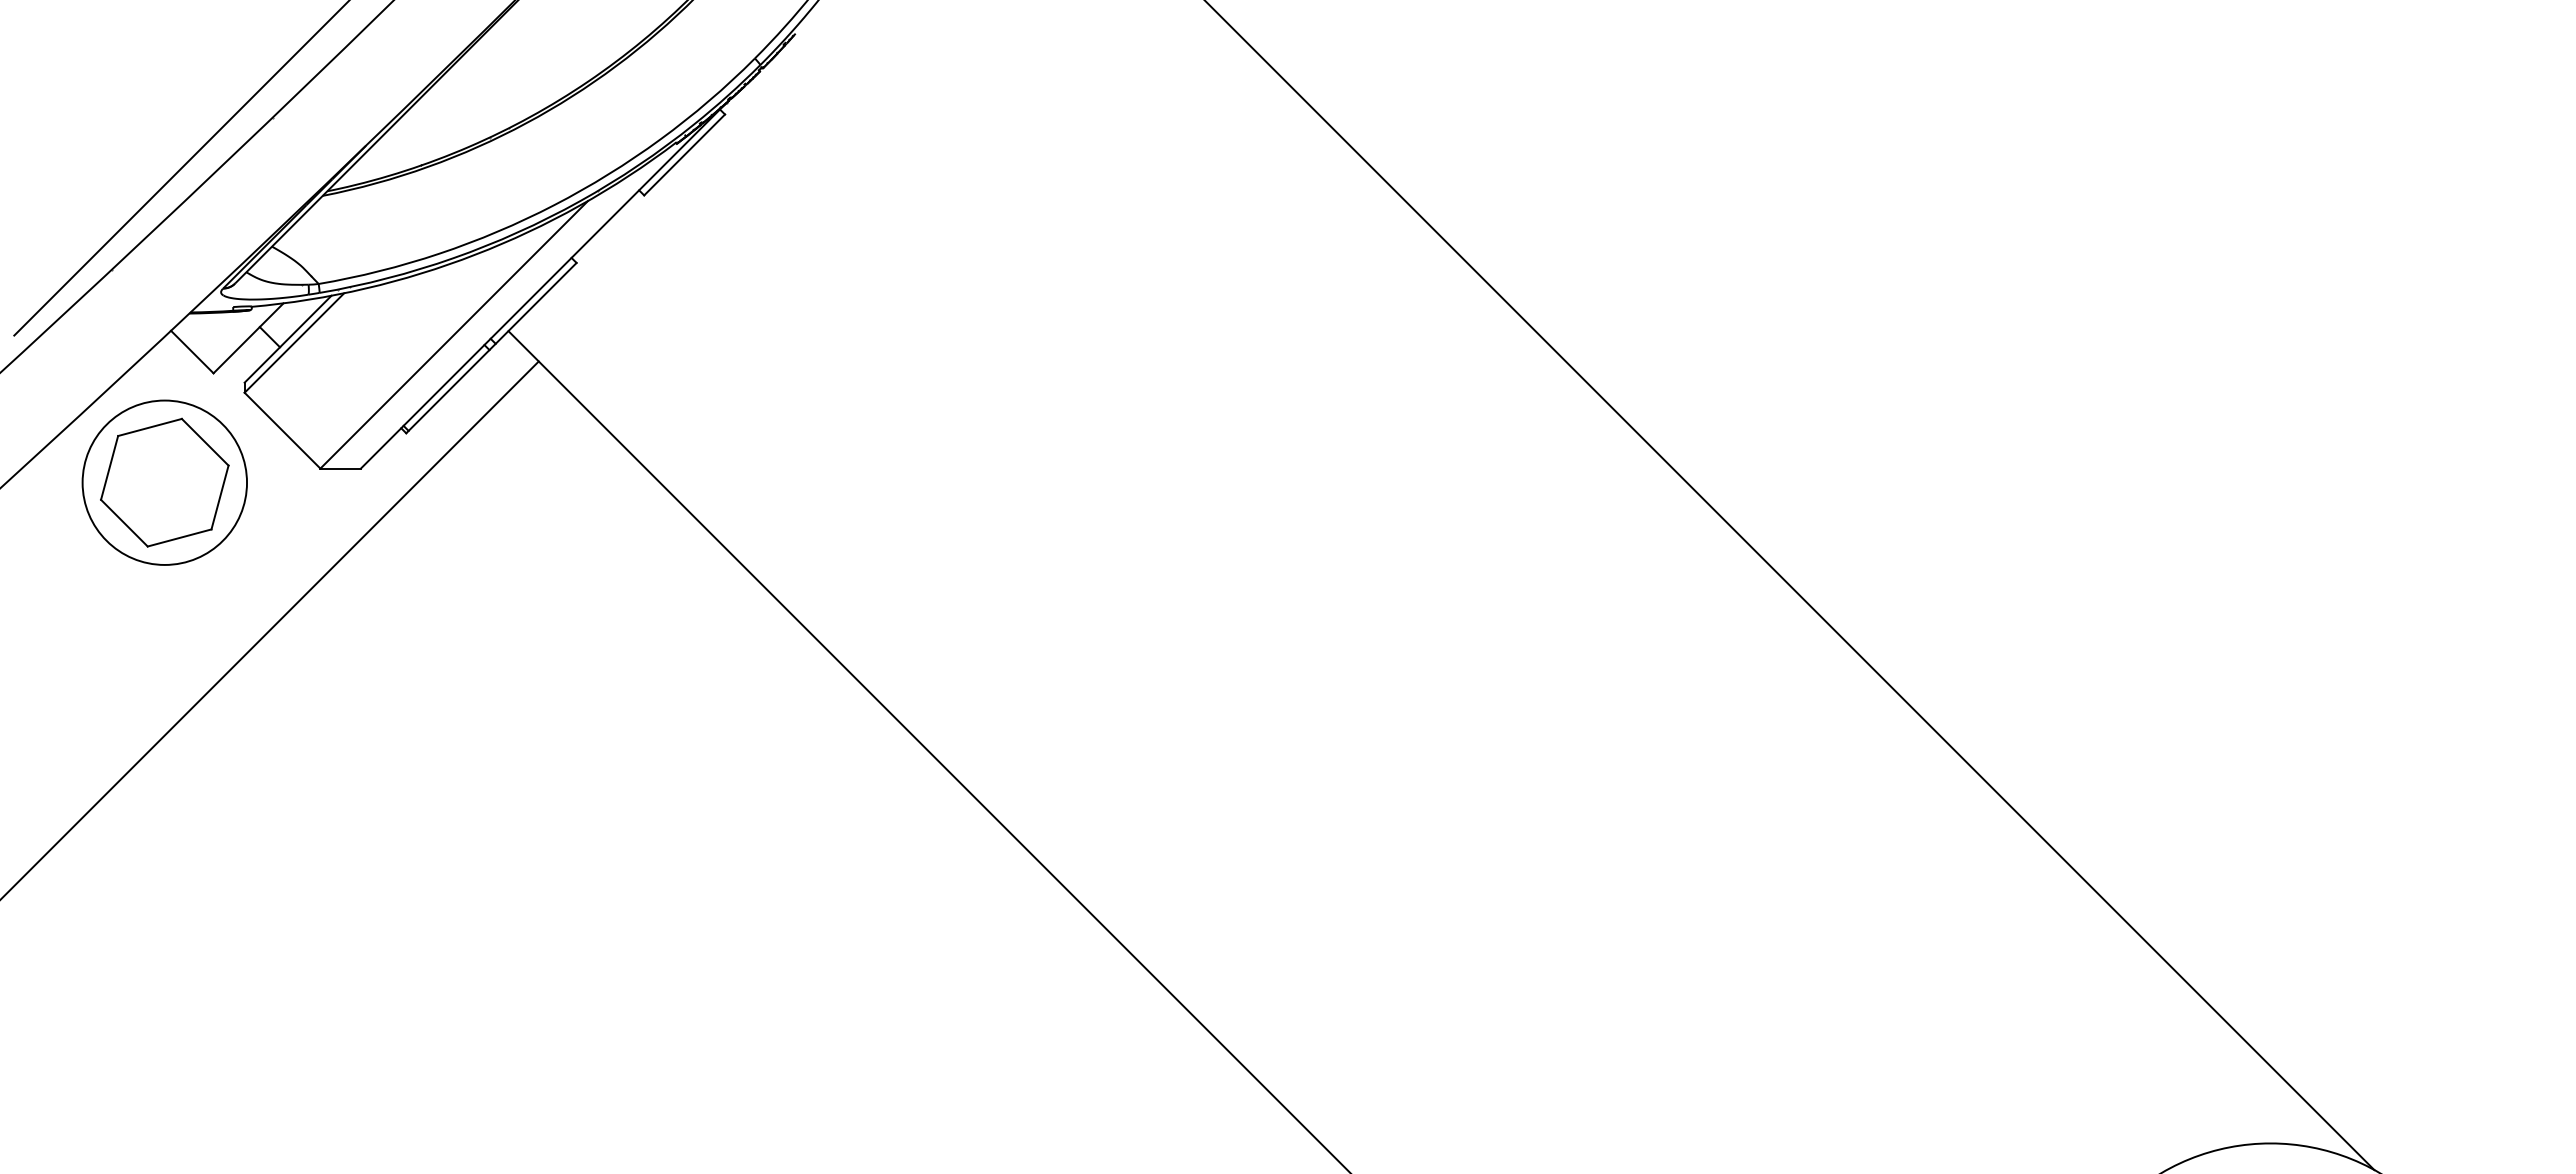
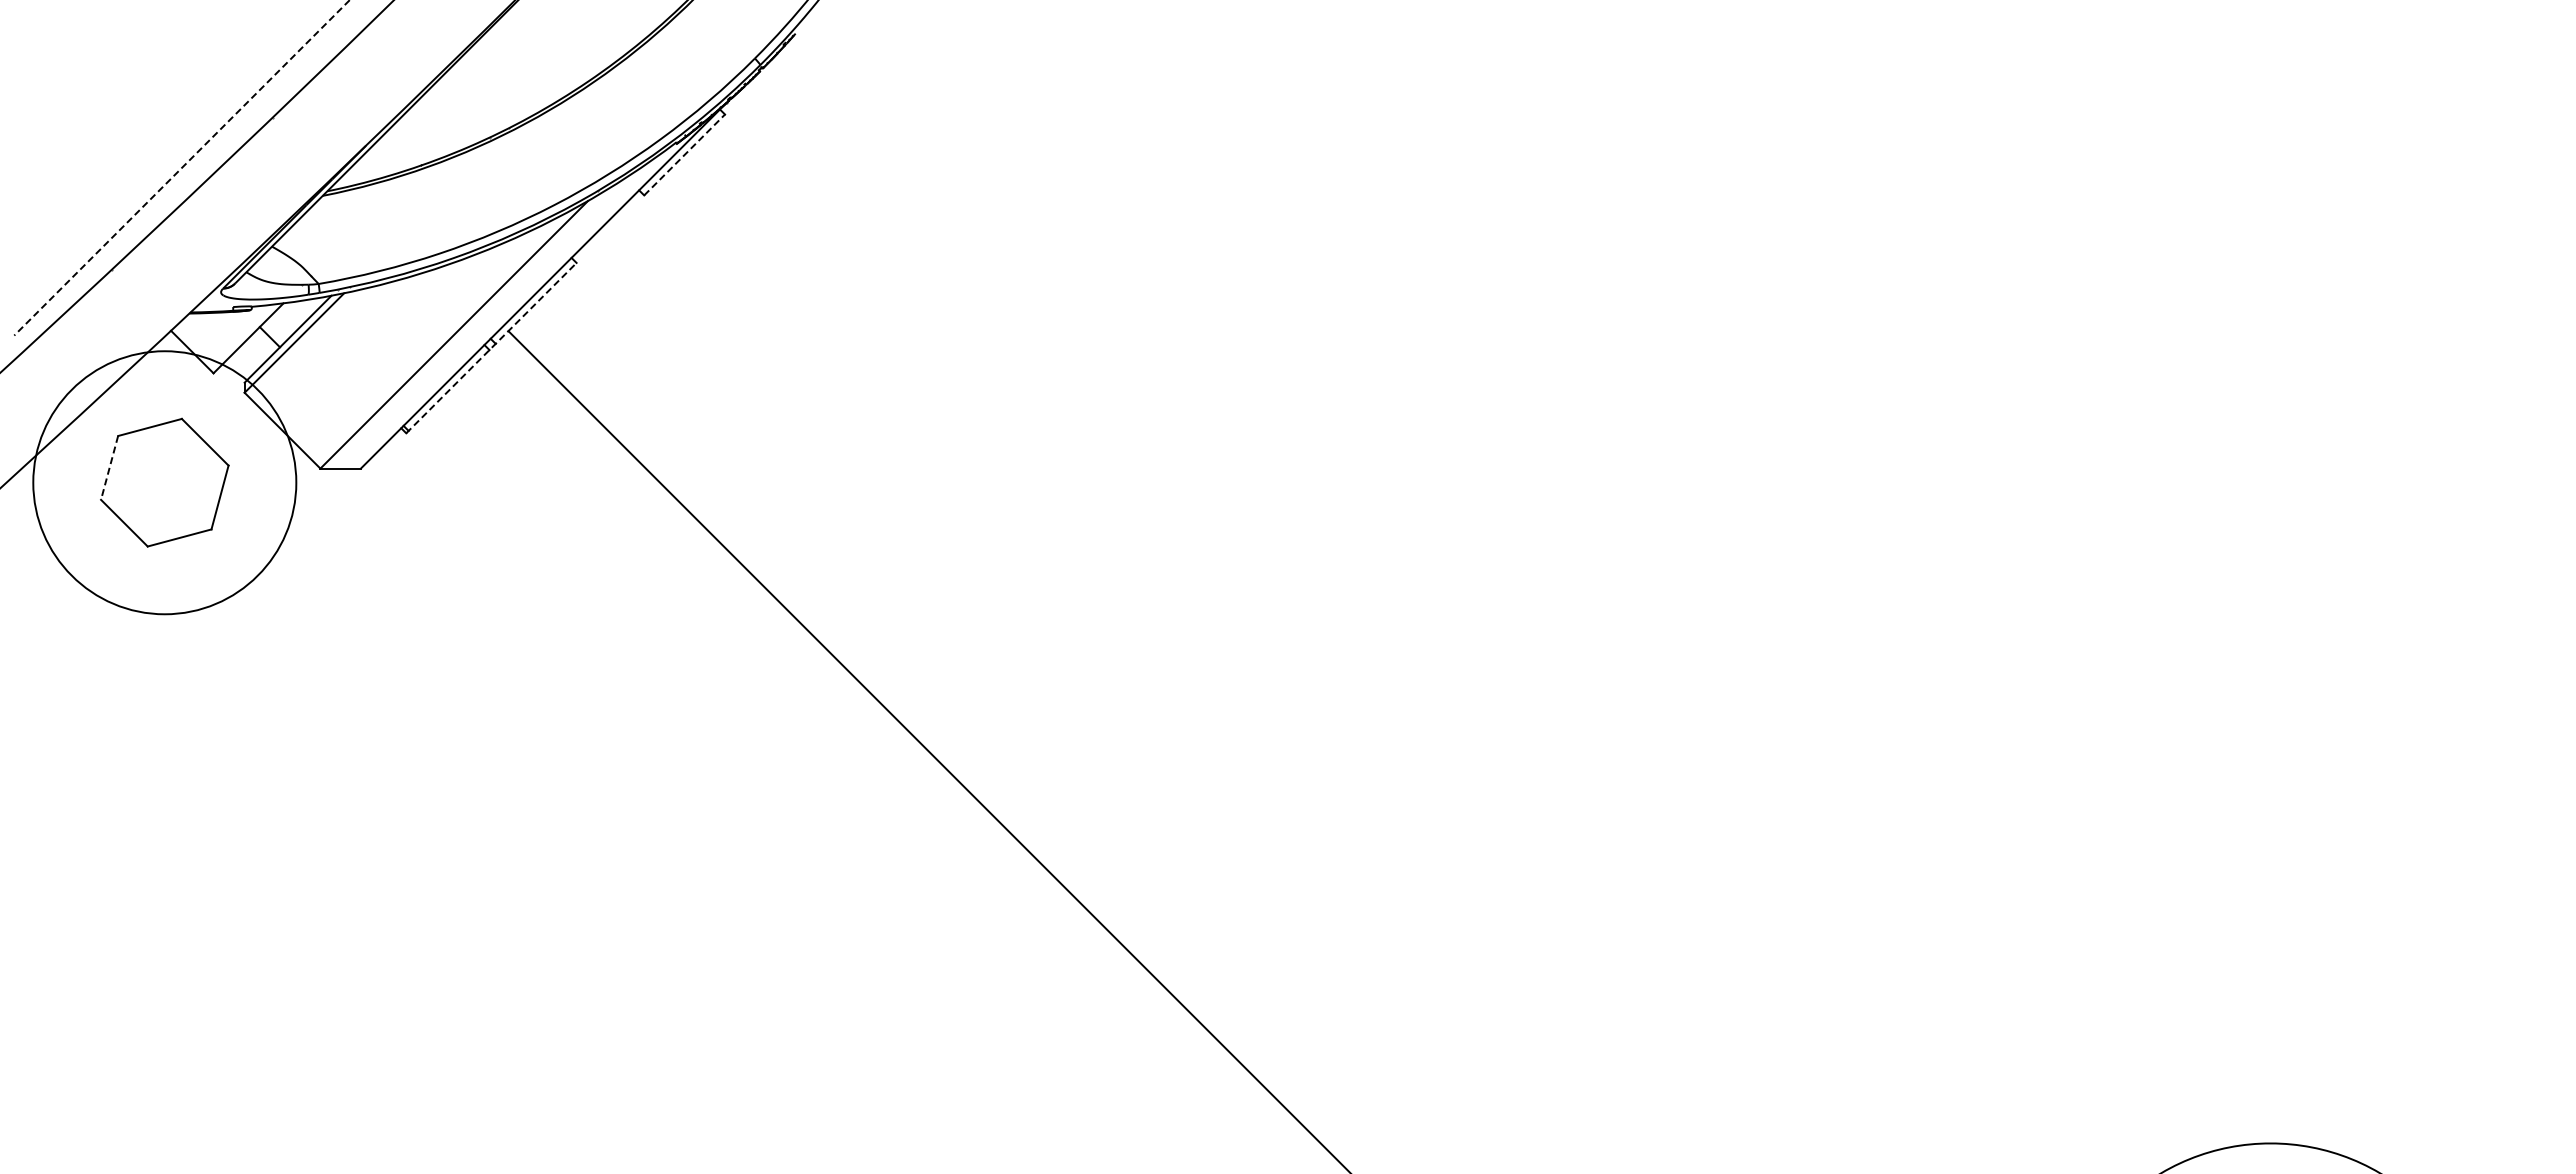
line at (684, 154): solid -> dashed
line at (181, 168): solid -> dashed
line at (491, 347): solid -> dashed
line at (109, 468): solid -> dashed
circle at (164, 482) diameter: 164 px -> 263 px
line at (1790, 586): present -> none
line at (270, 629): present -> none
